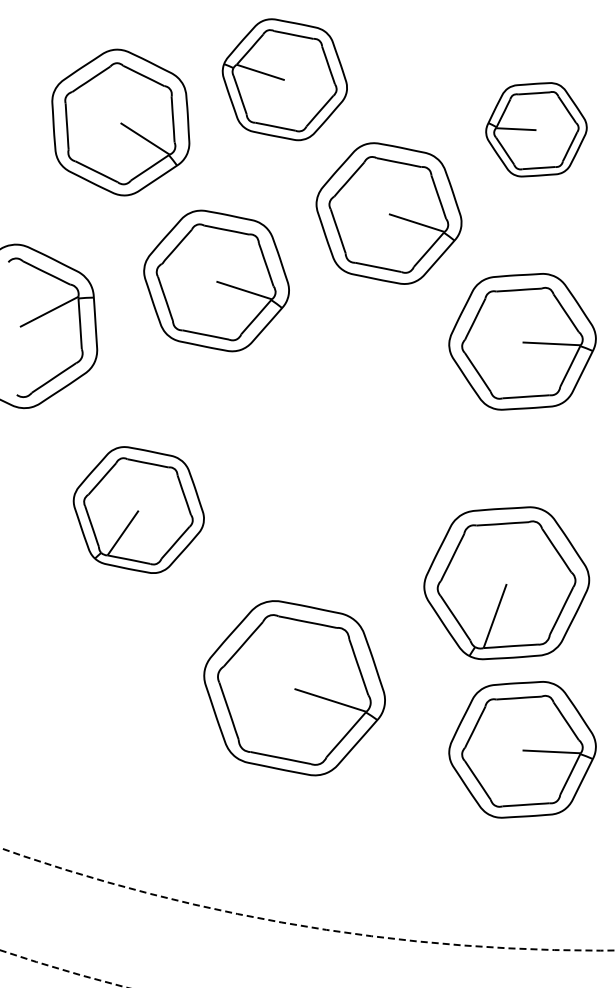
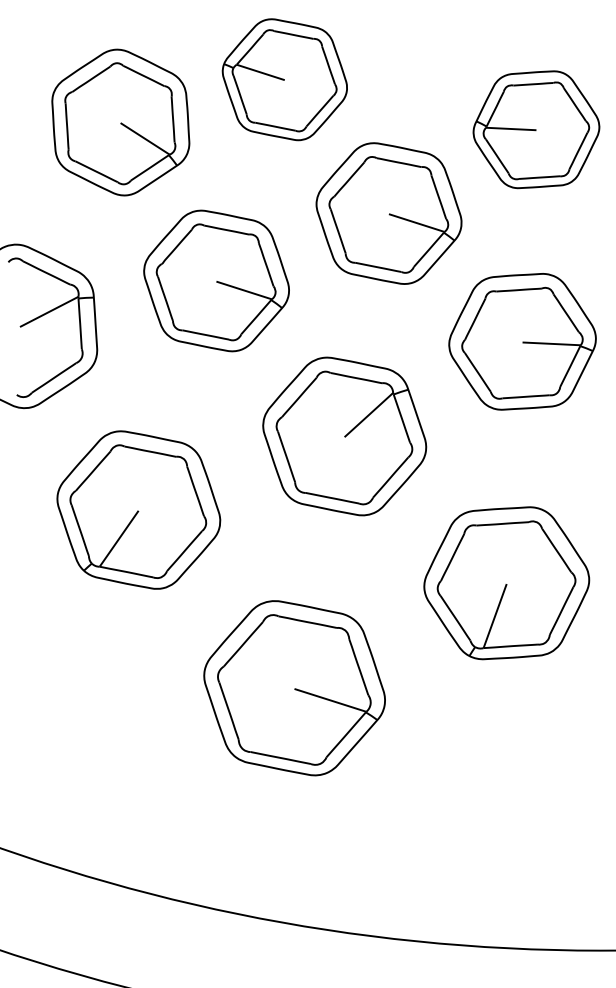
part at (536, 129) size: 103x96 px -> 129x120 px
part at (344, 436): none -> present
part at (138, 509) size: 133x128 px -> 166x160 px
part at (522, 749): present -> none
circle at (307, 899): dashed -> solid
circle at (63, 968): dashed -> solid
